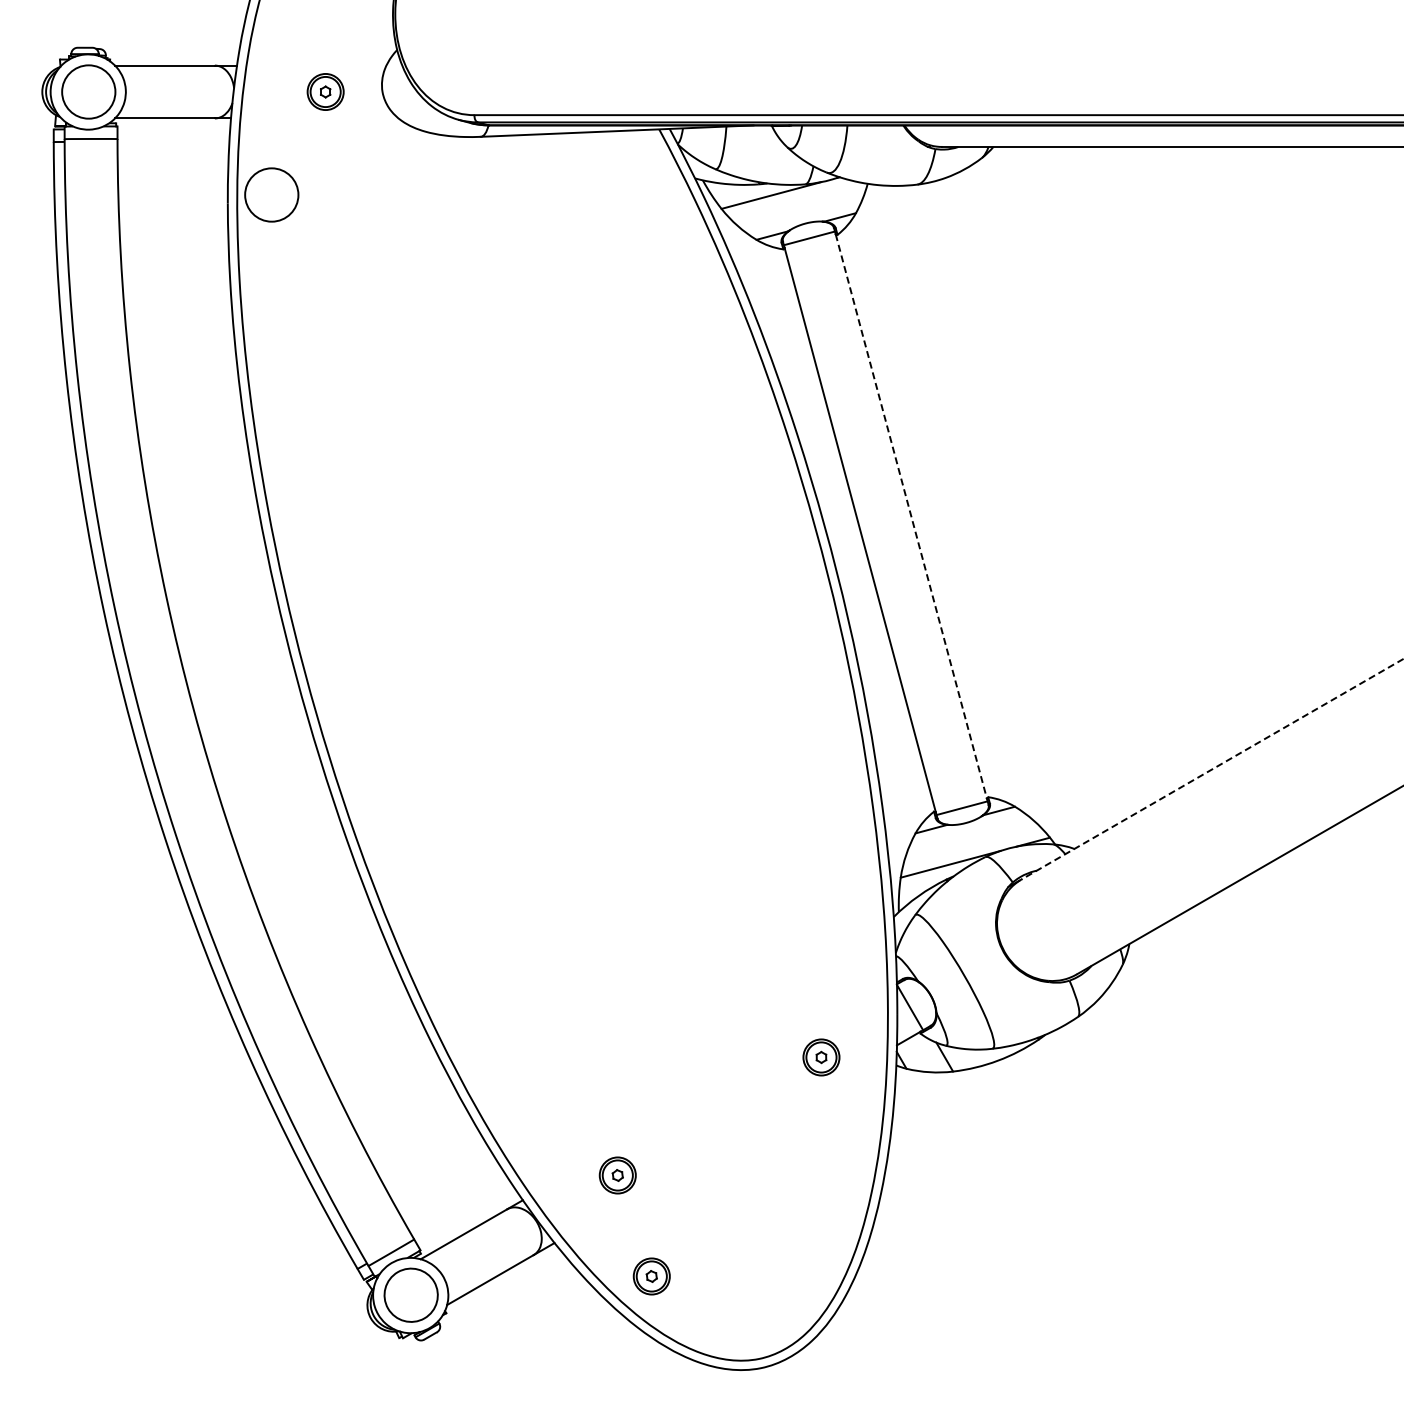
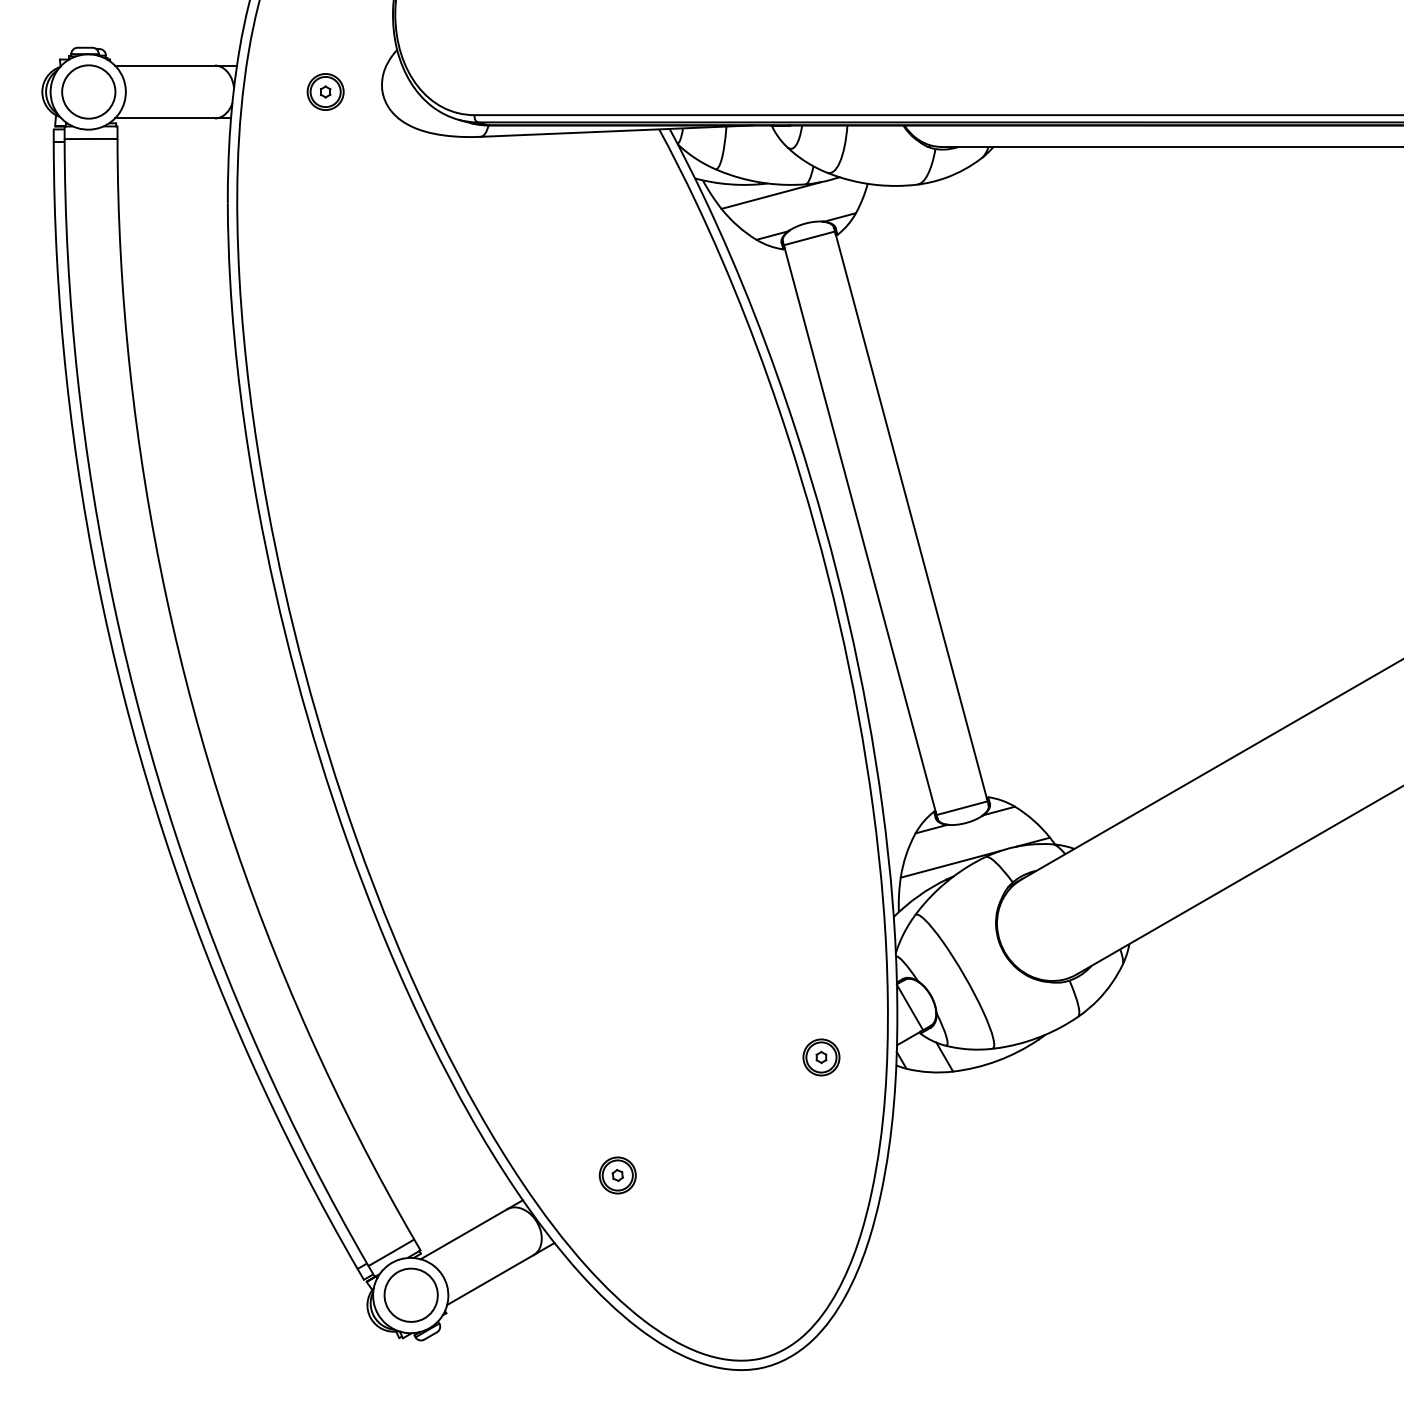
part at (271, 194): present -> none
line at (911, 516): dashed -> solid
line at (1212, 769): dashed -> solid
part at (651, 1276): present -> none
